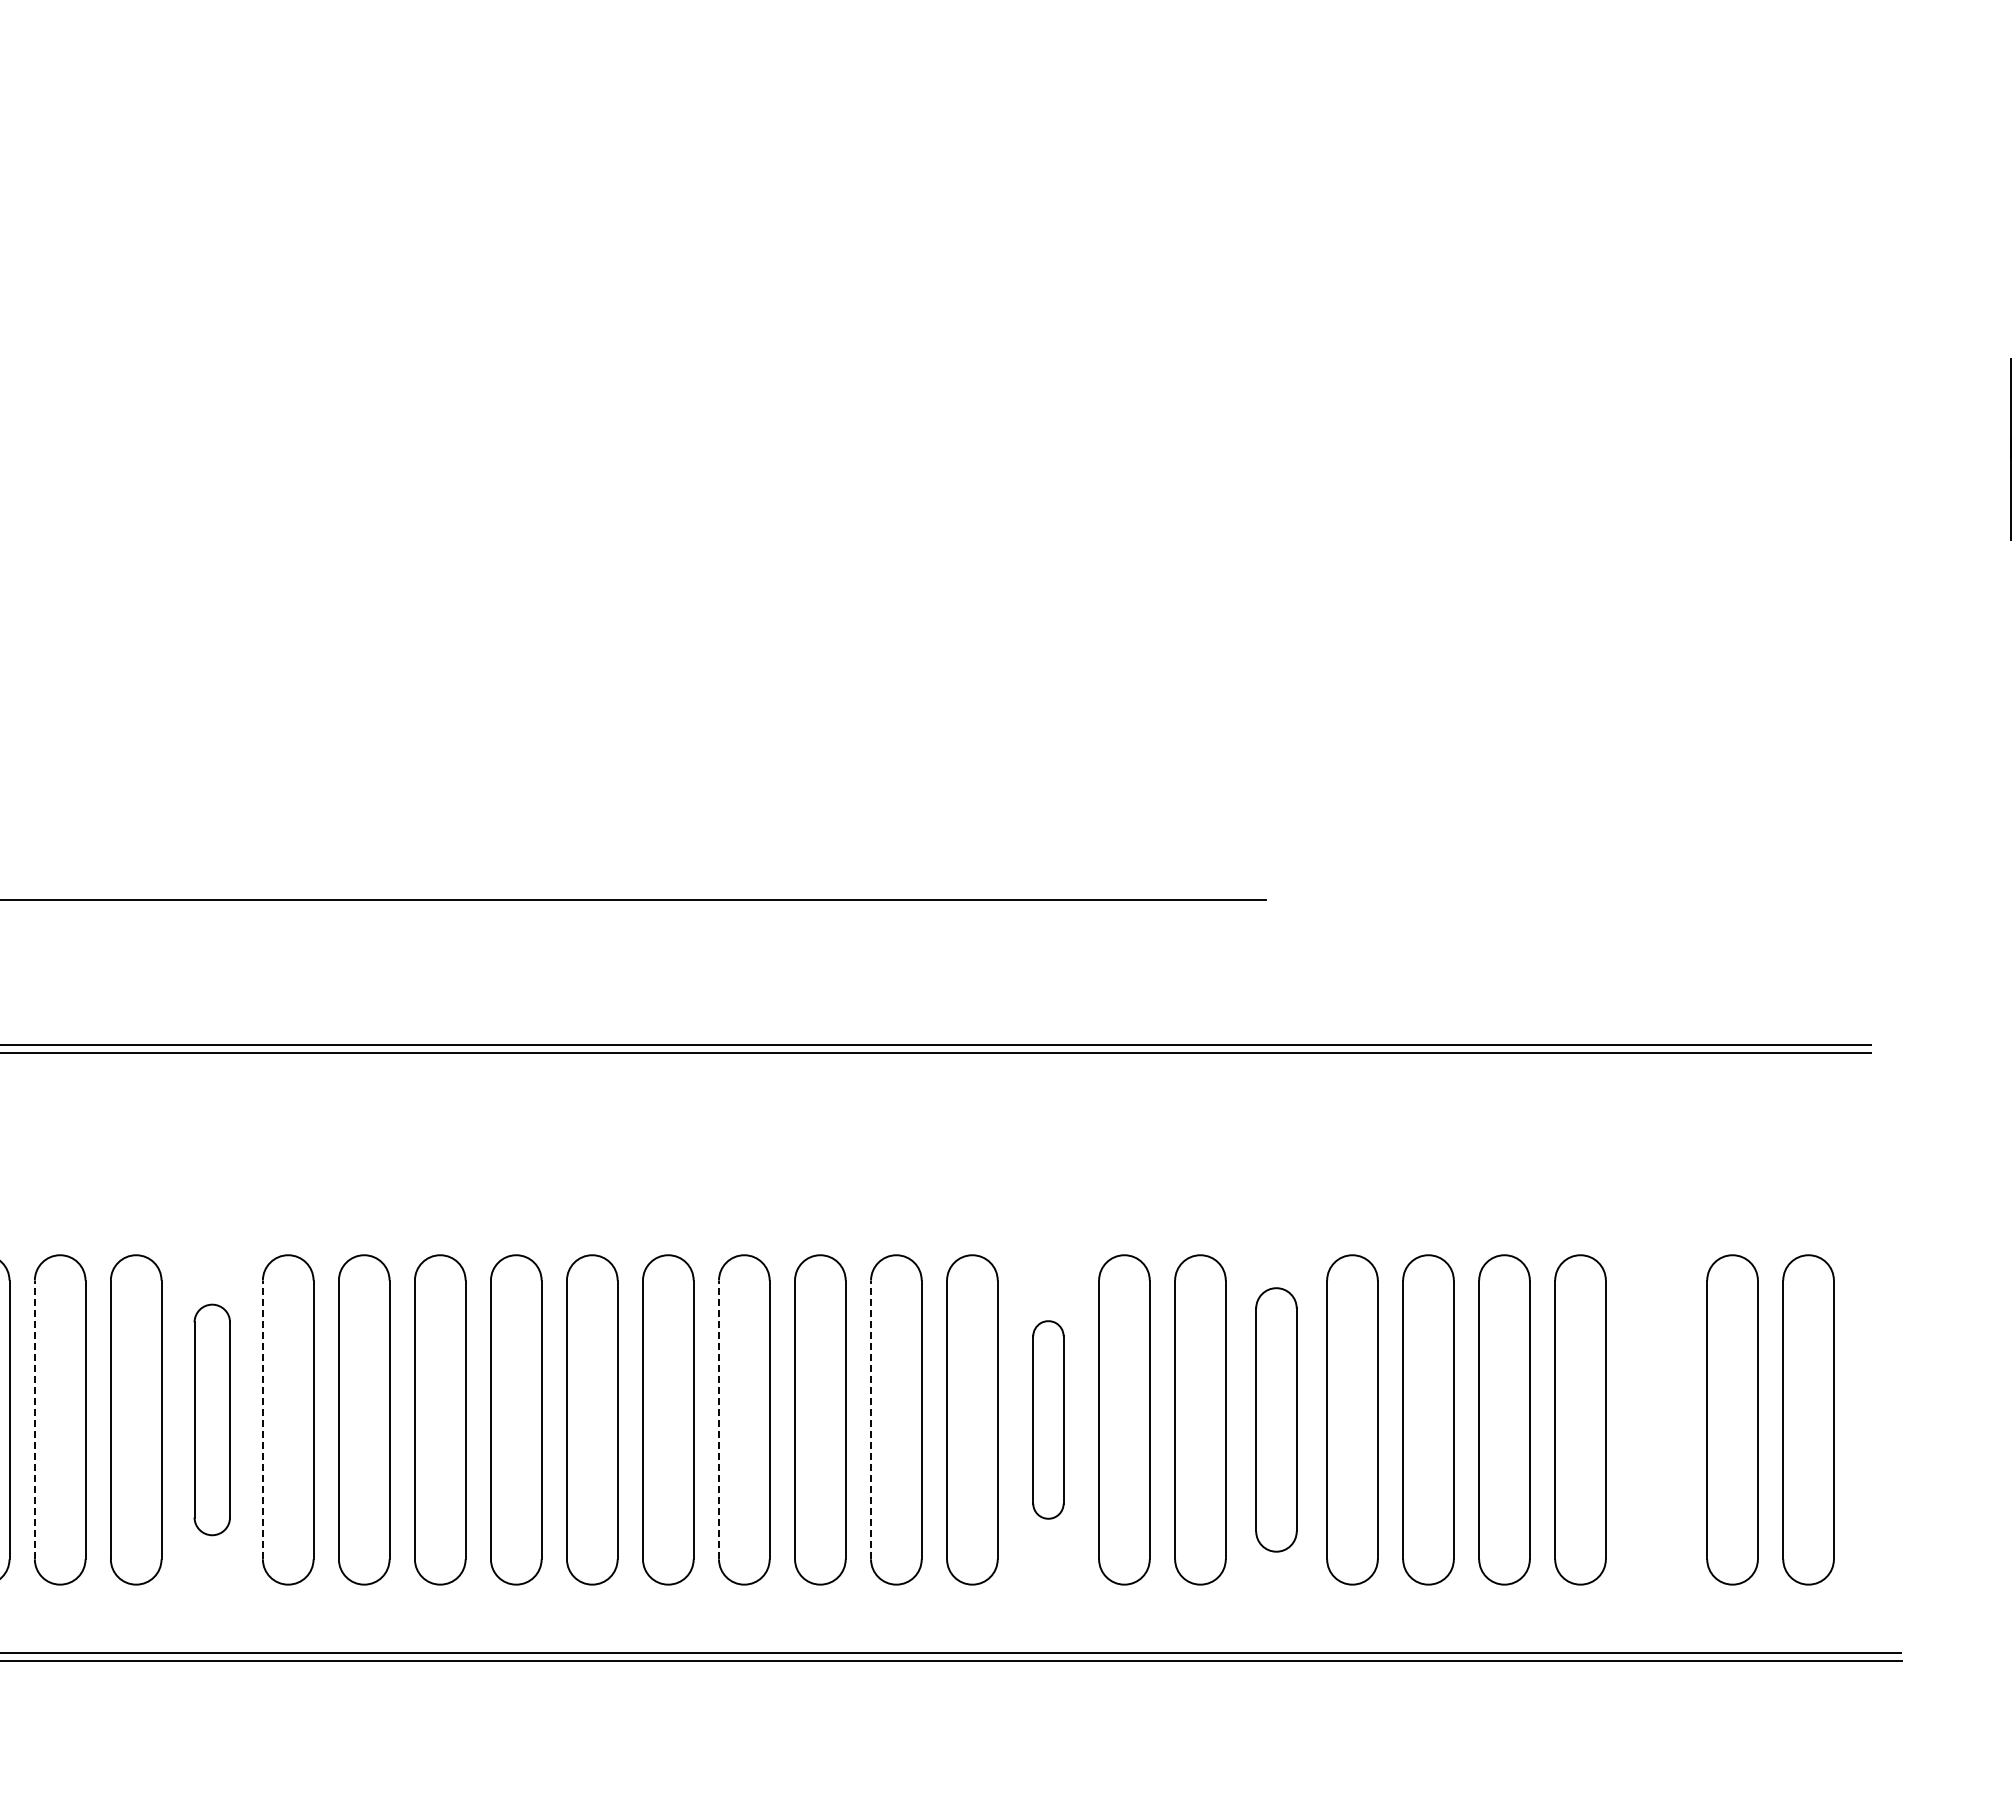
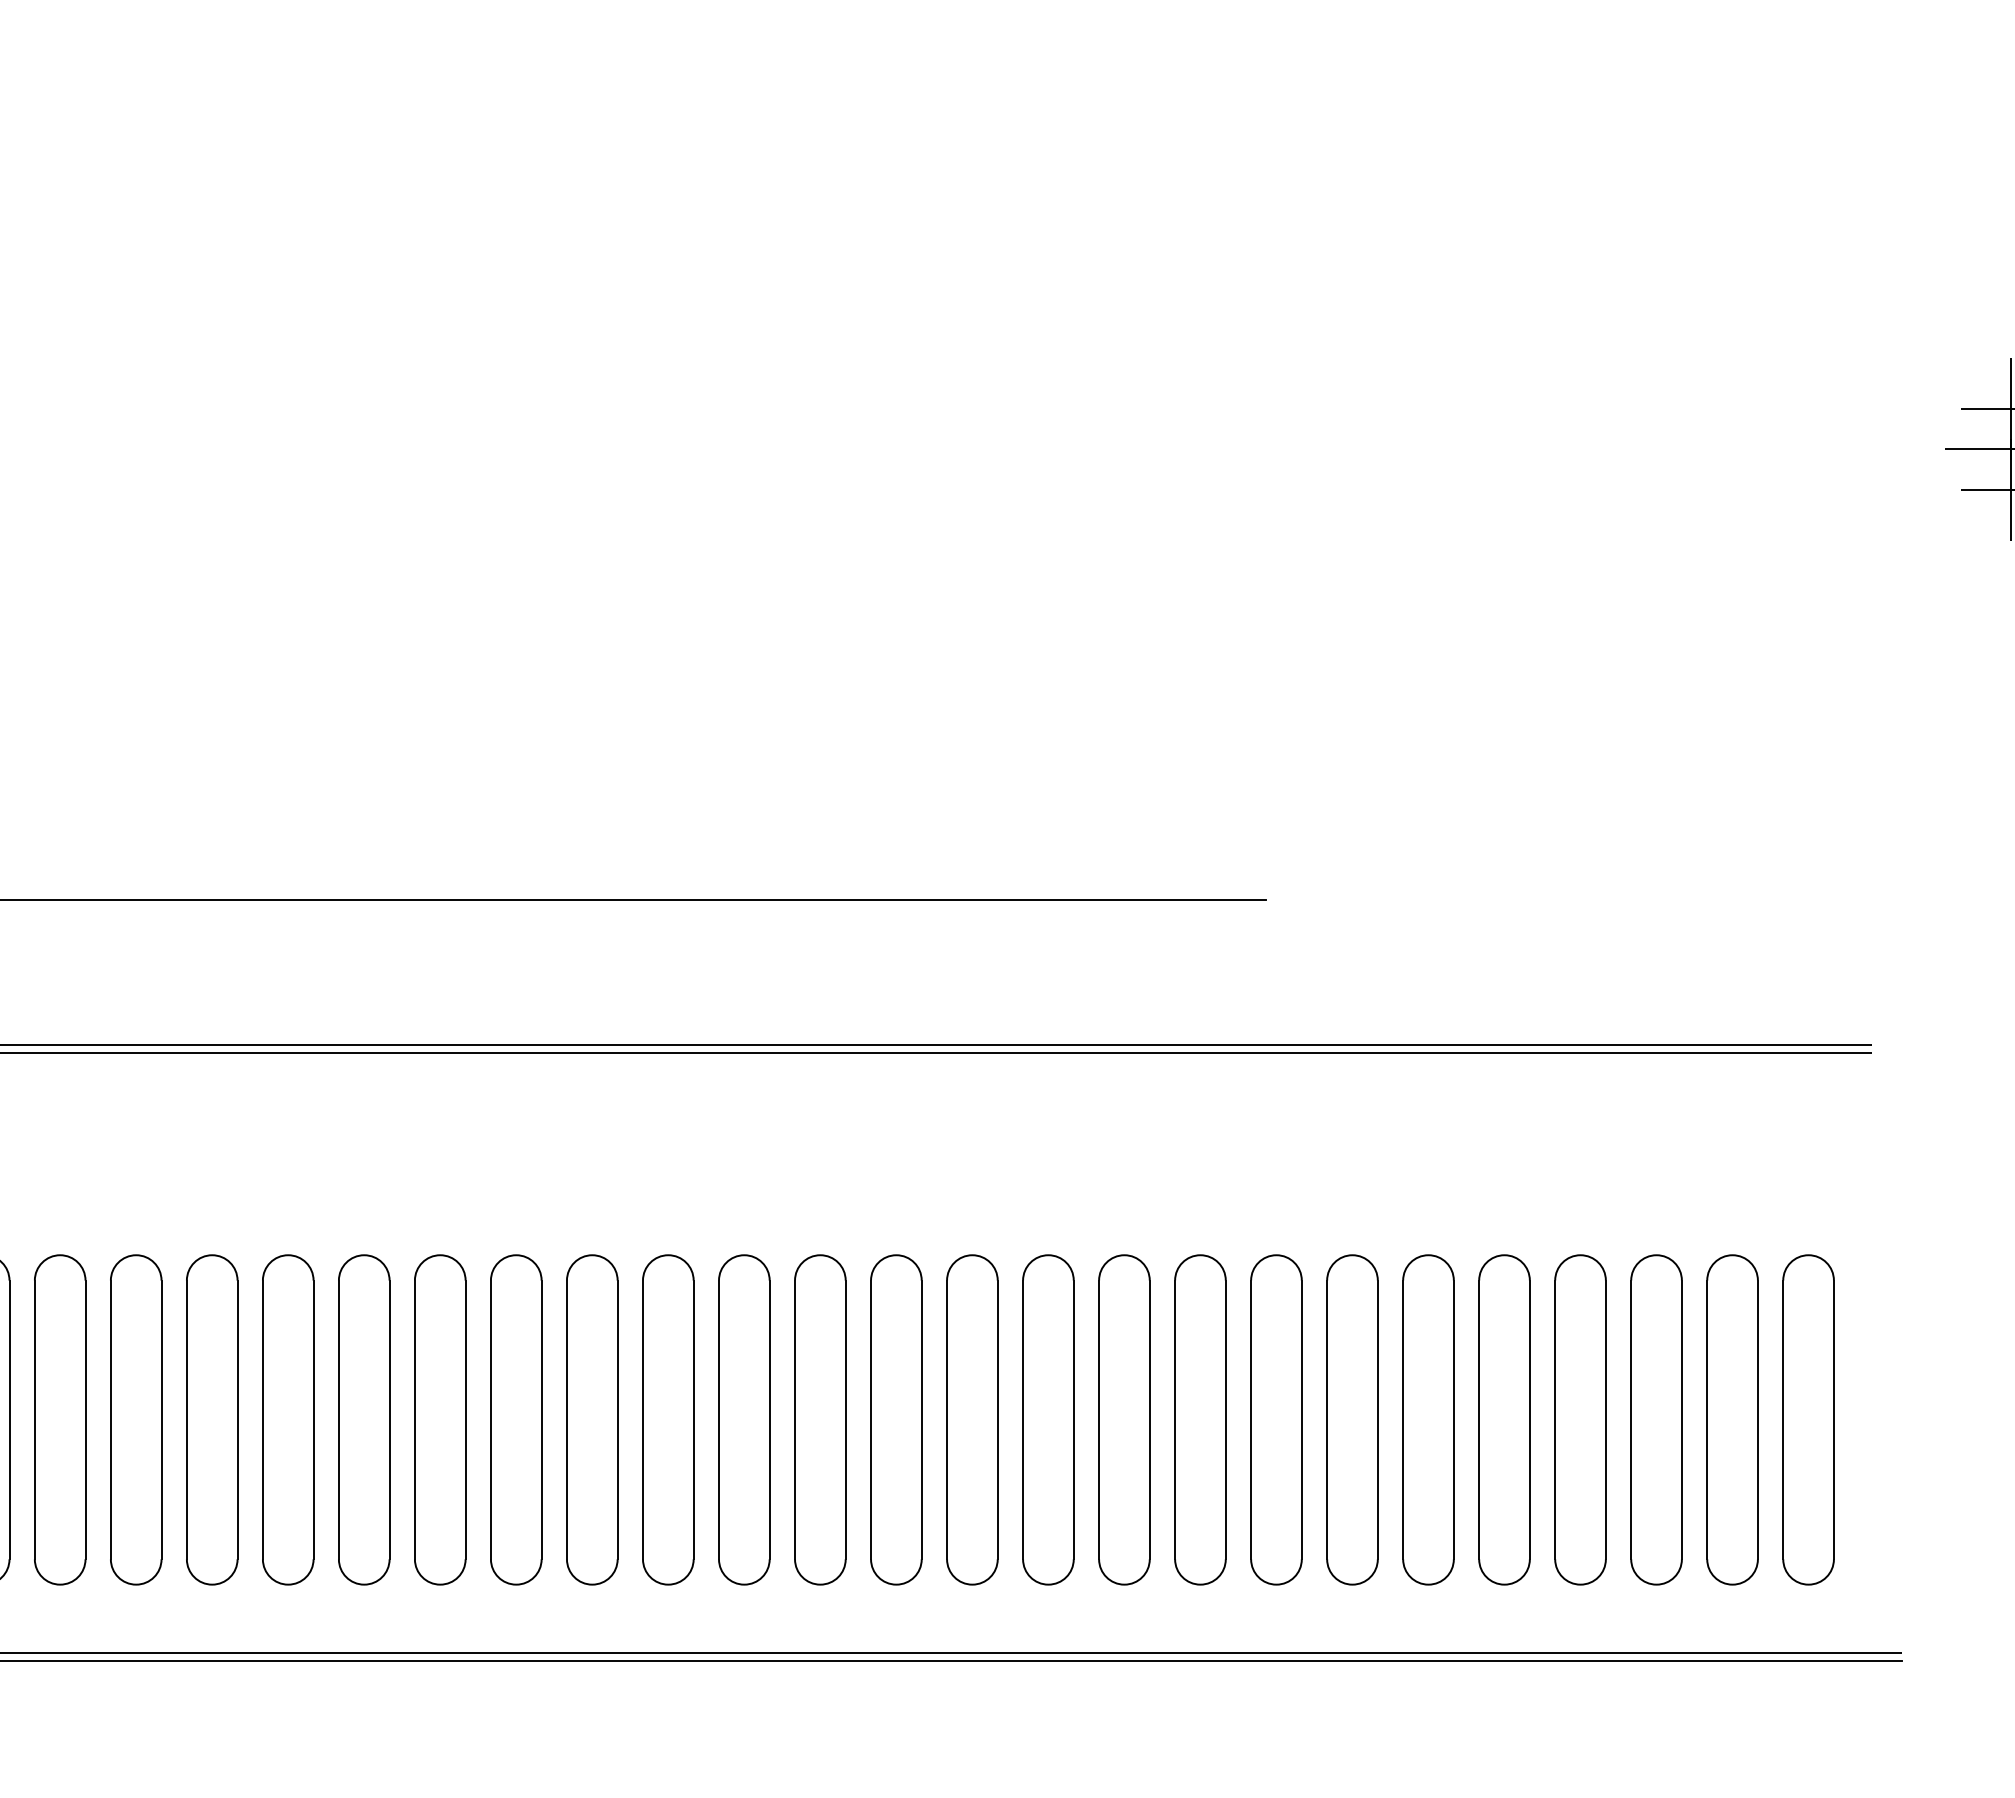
line at (1985, 408): none -> present
line at (1978, 449): none -> present
line at (1985, 490): none -> present
line at (34, 1419): dashed -> solid
part at (211, 1419) size: 38x234 px -> 53x332 px
line at (262, 1419): dashed -> solid
line at (719, 1419): dashed -> solid
line at (871, 1419): dashed -> solid
part at (1048, 1419) size: 33x200 px -> 53x332 px
part at (1276, 1419) size: 43x266 px -> 53x332 px
part at (1656, 1419): none -> present
